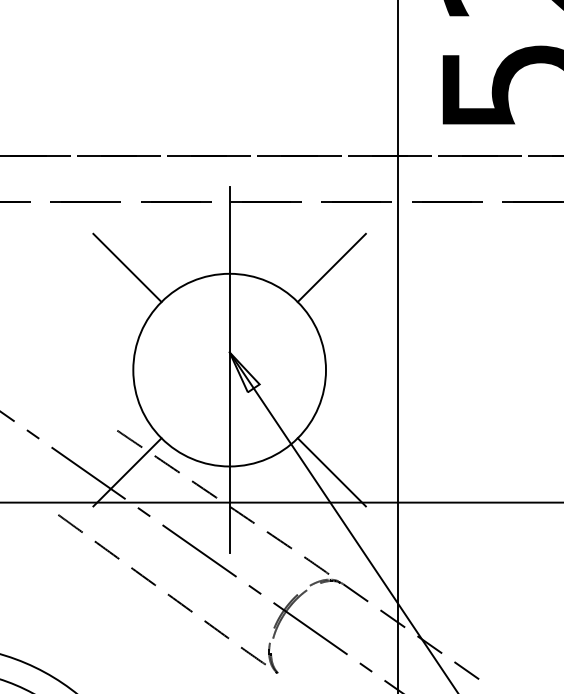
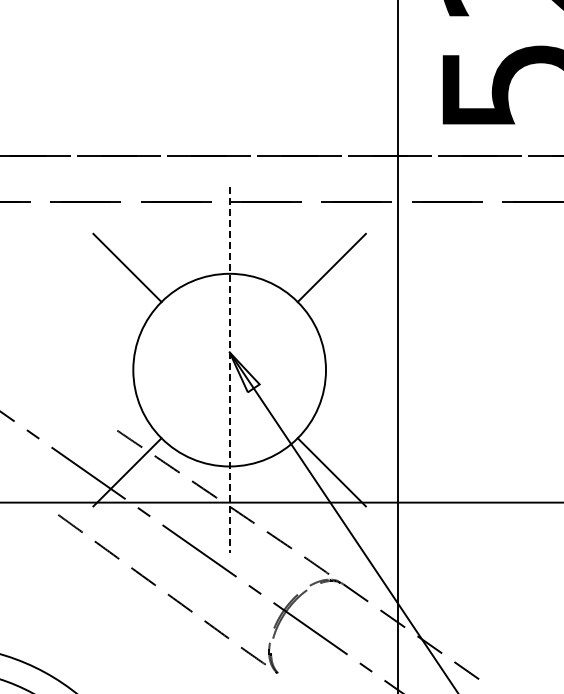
line at (229, 370): solid -> dashed
